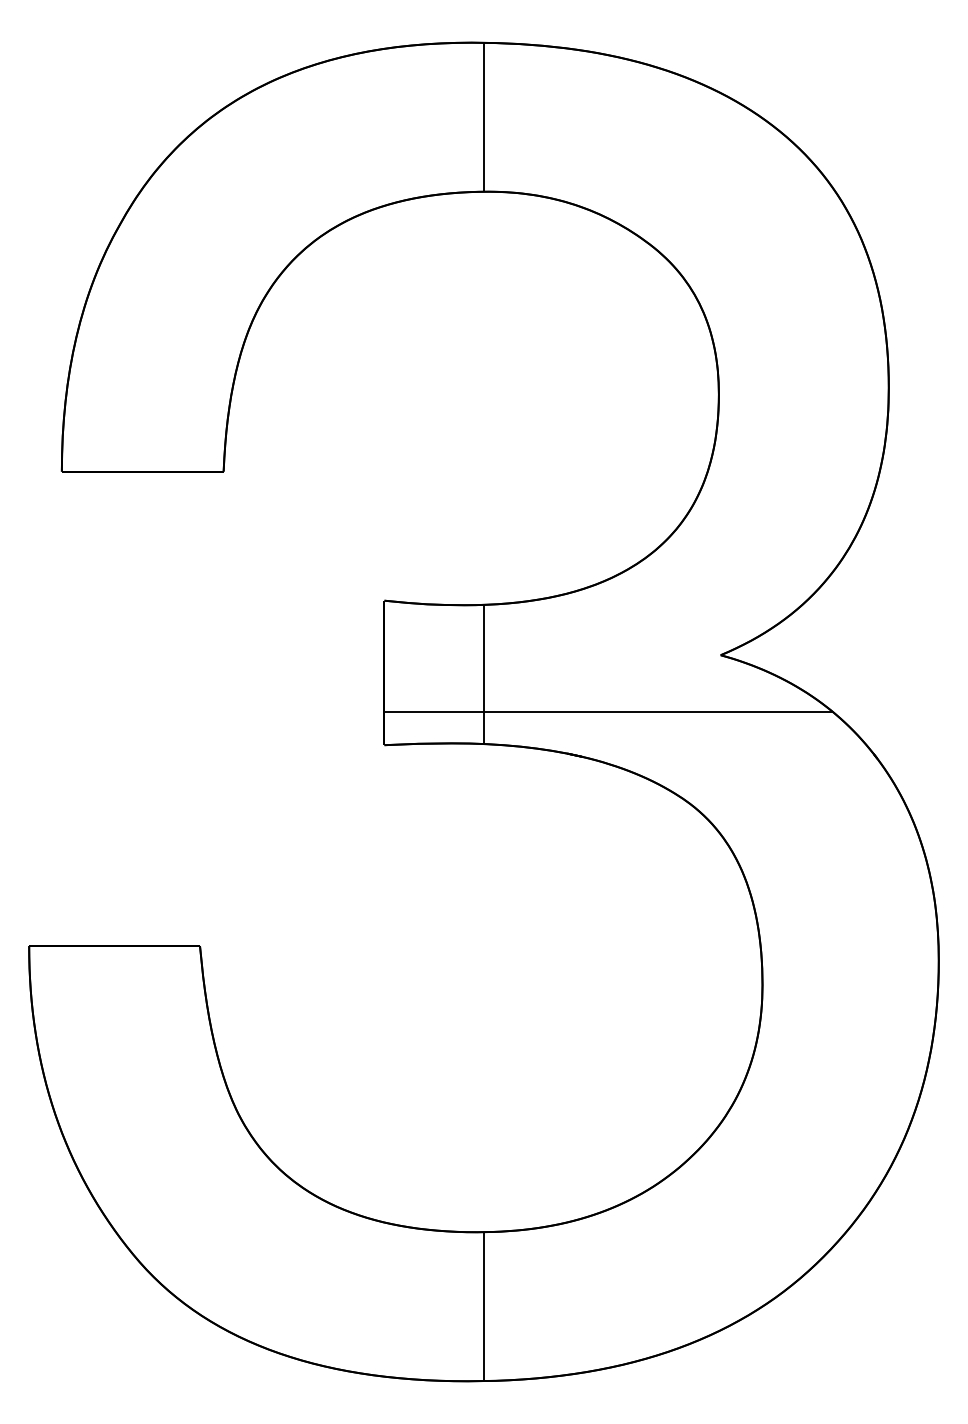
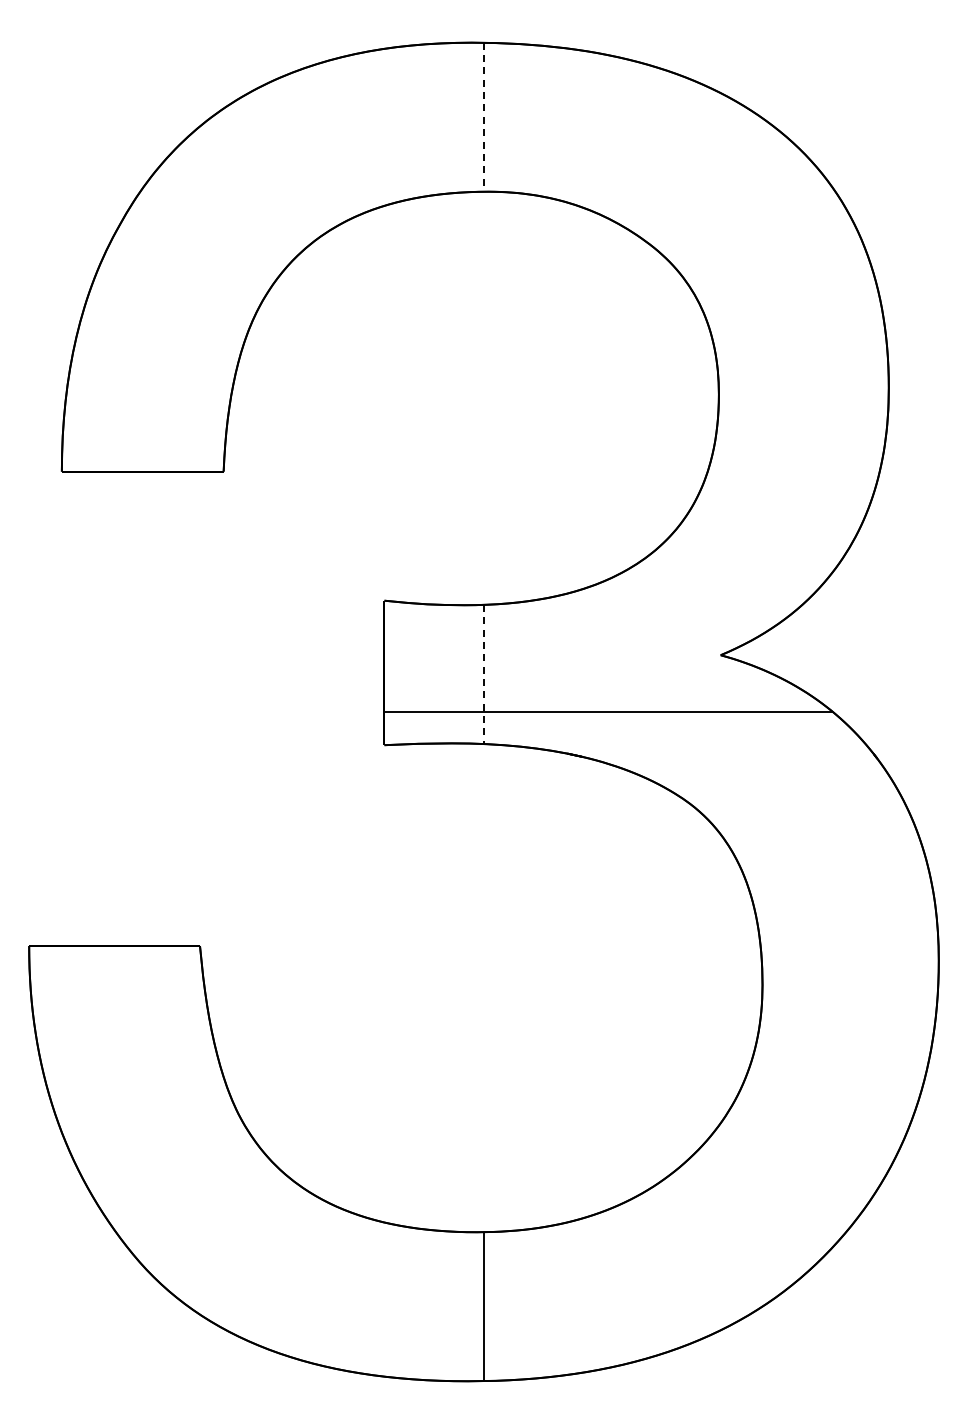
line at (483, 117): solid -> dashed
line at (483, 674): solid -> dashed
